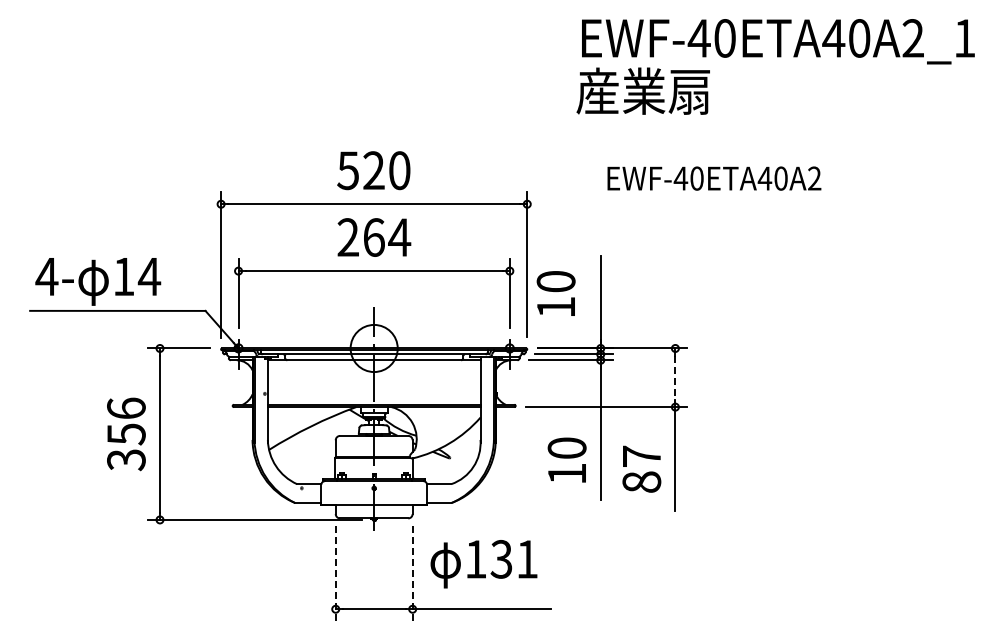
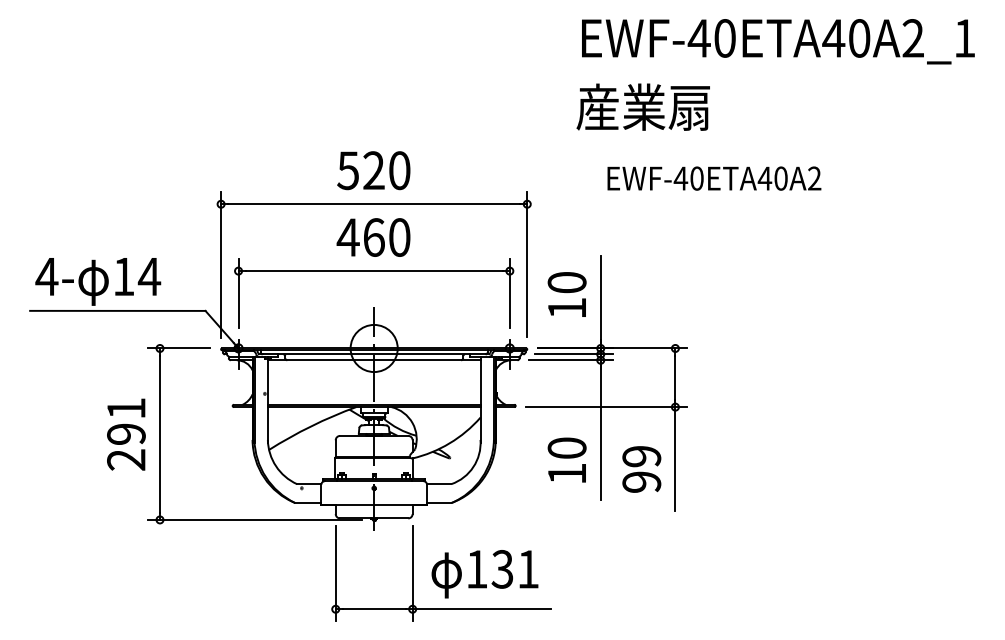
text at (642, 90) position: (642, 90) -> (642, 106)
text at (373, 237): 264 -> 460
text at (555, 293) position: (555, 293) -> (566, 294)
line at (675, 378): dashed -> solid
text at (126, 434): 356 -> 291
text at (641, 468): 87 -> 99
text at (483, 564) position: (483, 564) -> (484, 574)
line at (335, 573): dashed -> solid
line at (412, 573): dashed -> solid
